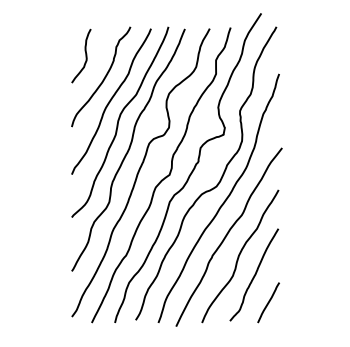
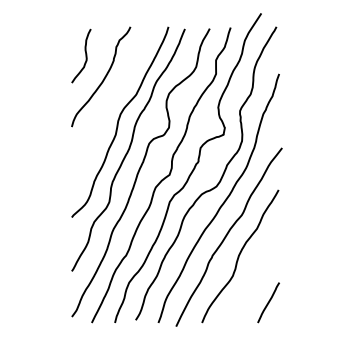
curve at (111, 100): present -> none
curve at (254, 274): present -> none
